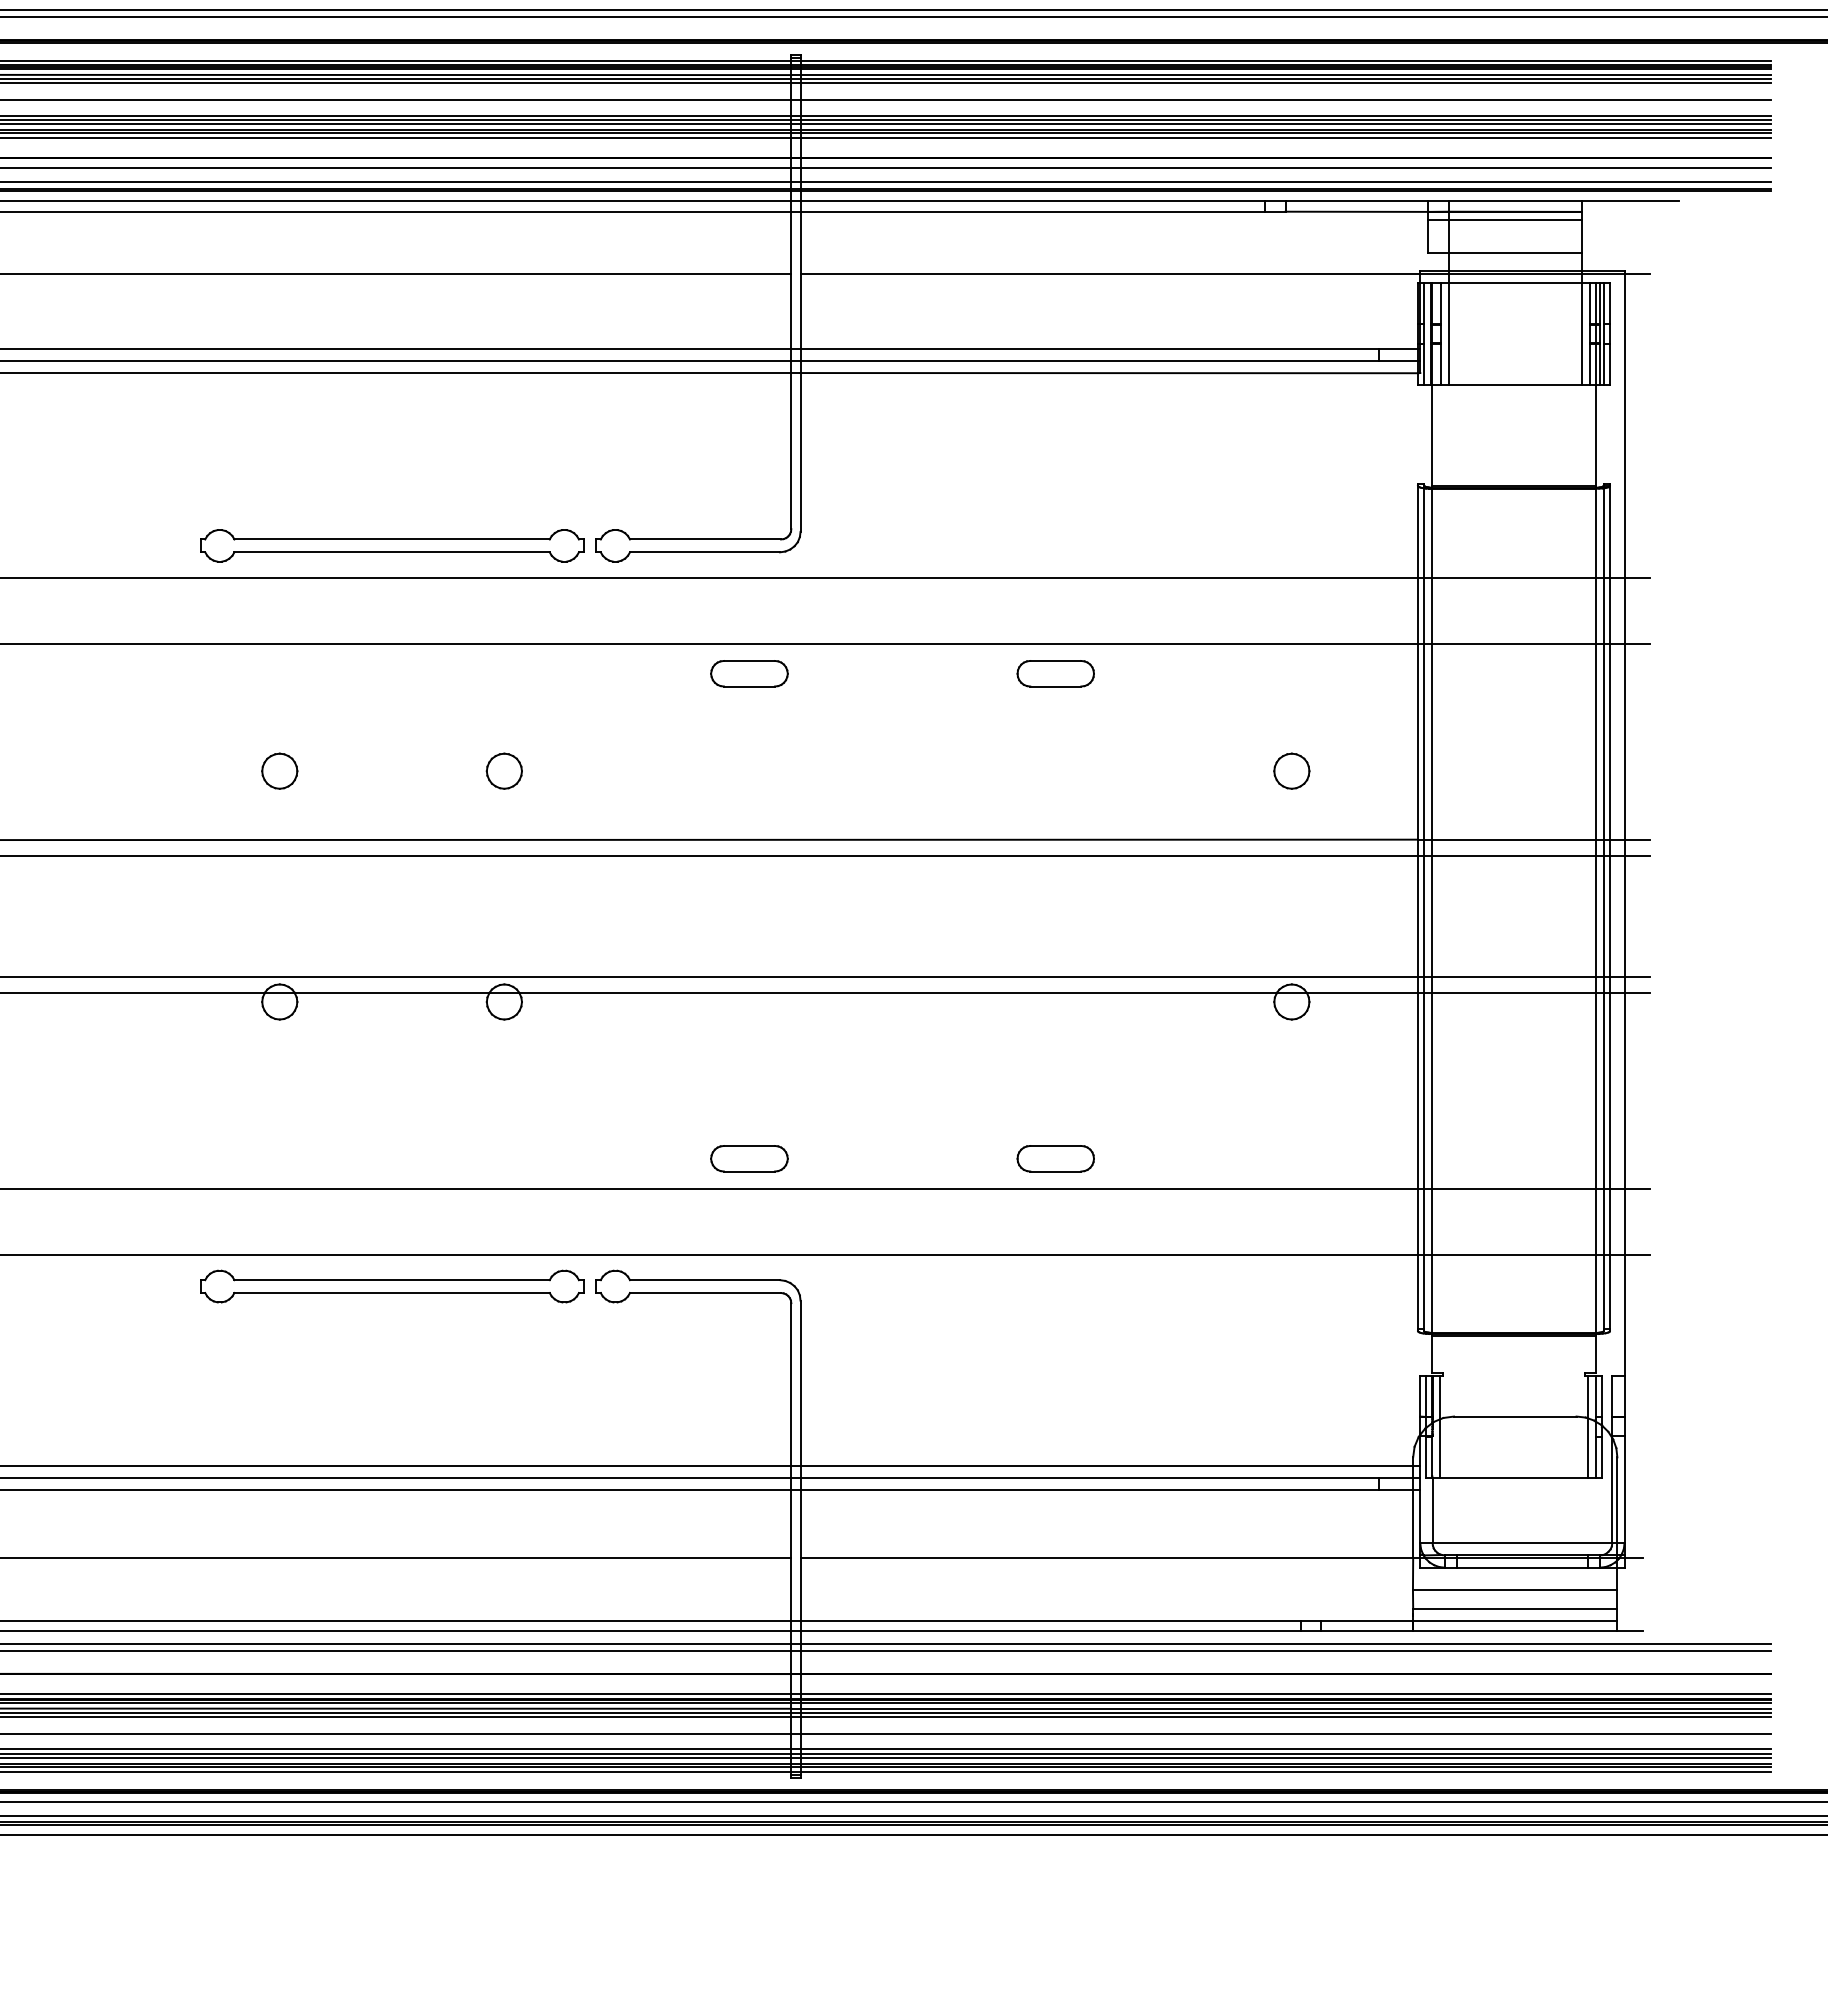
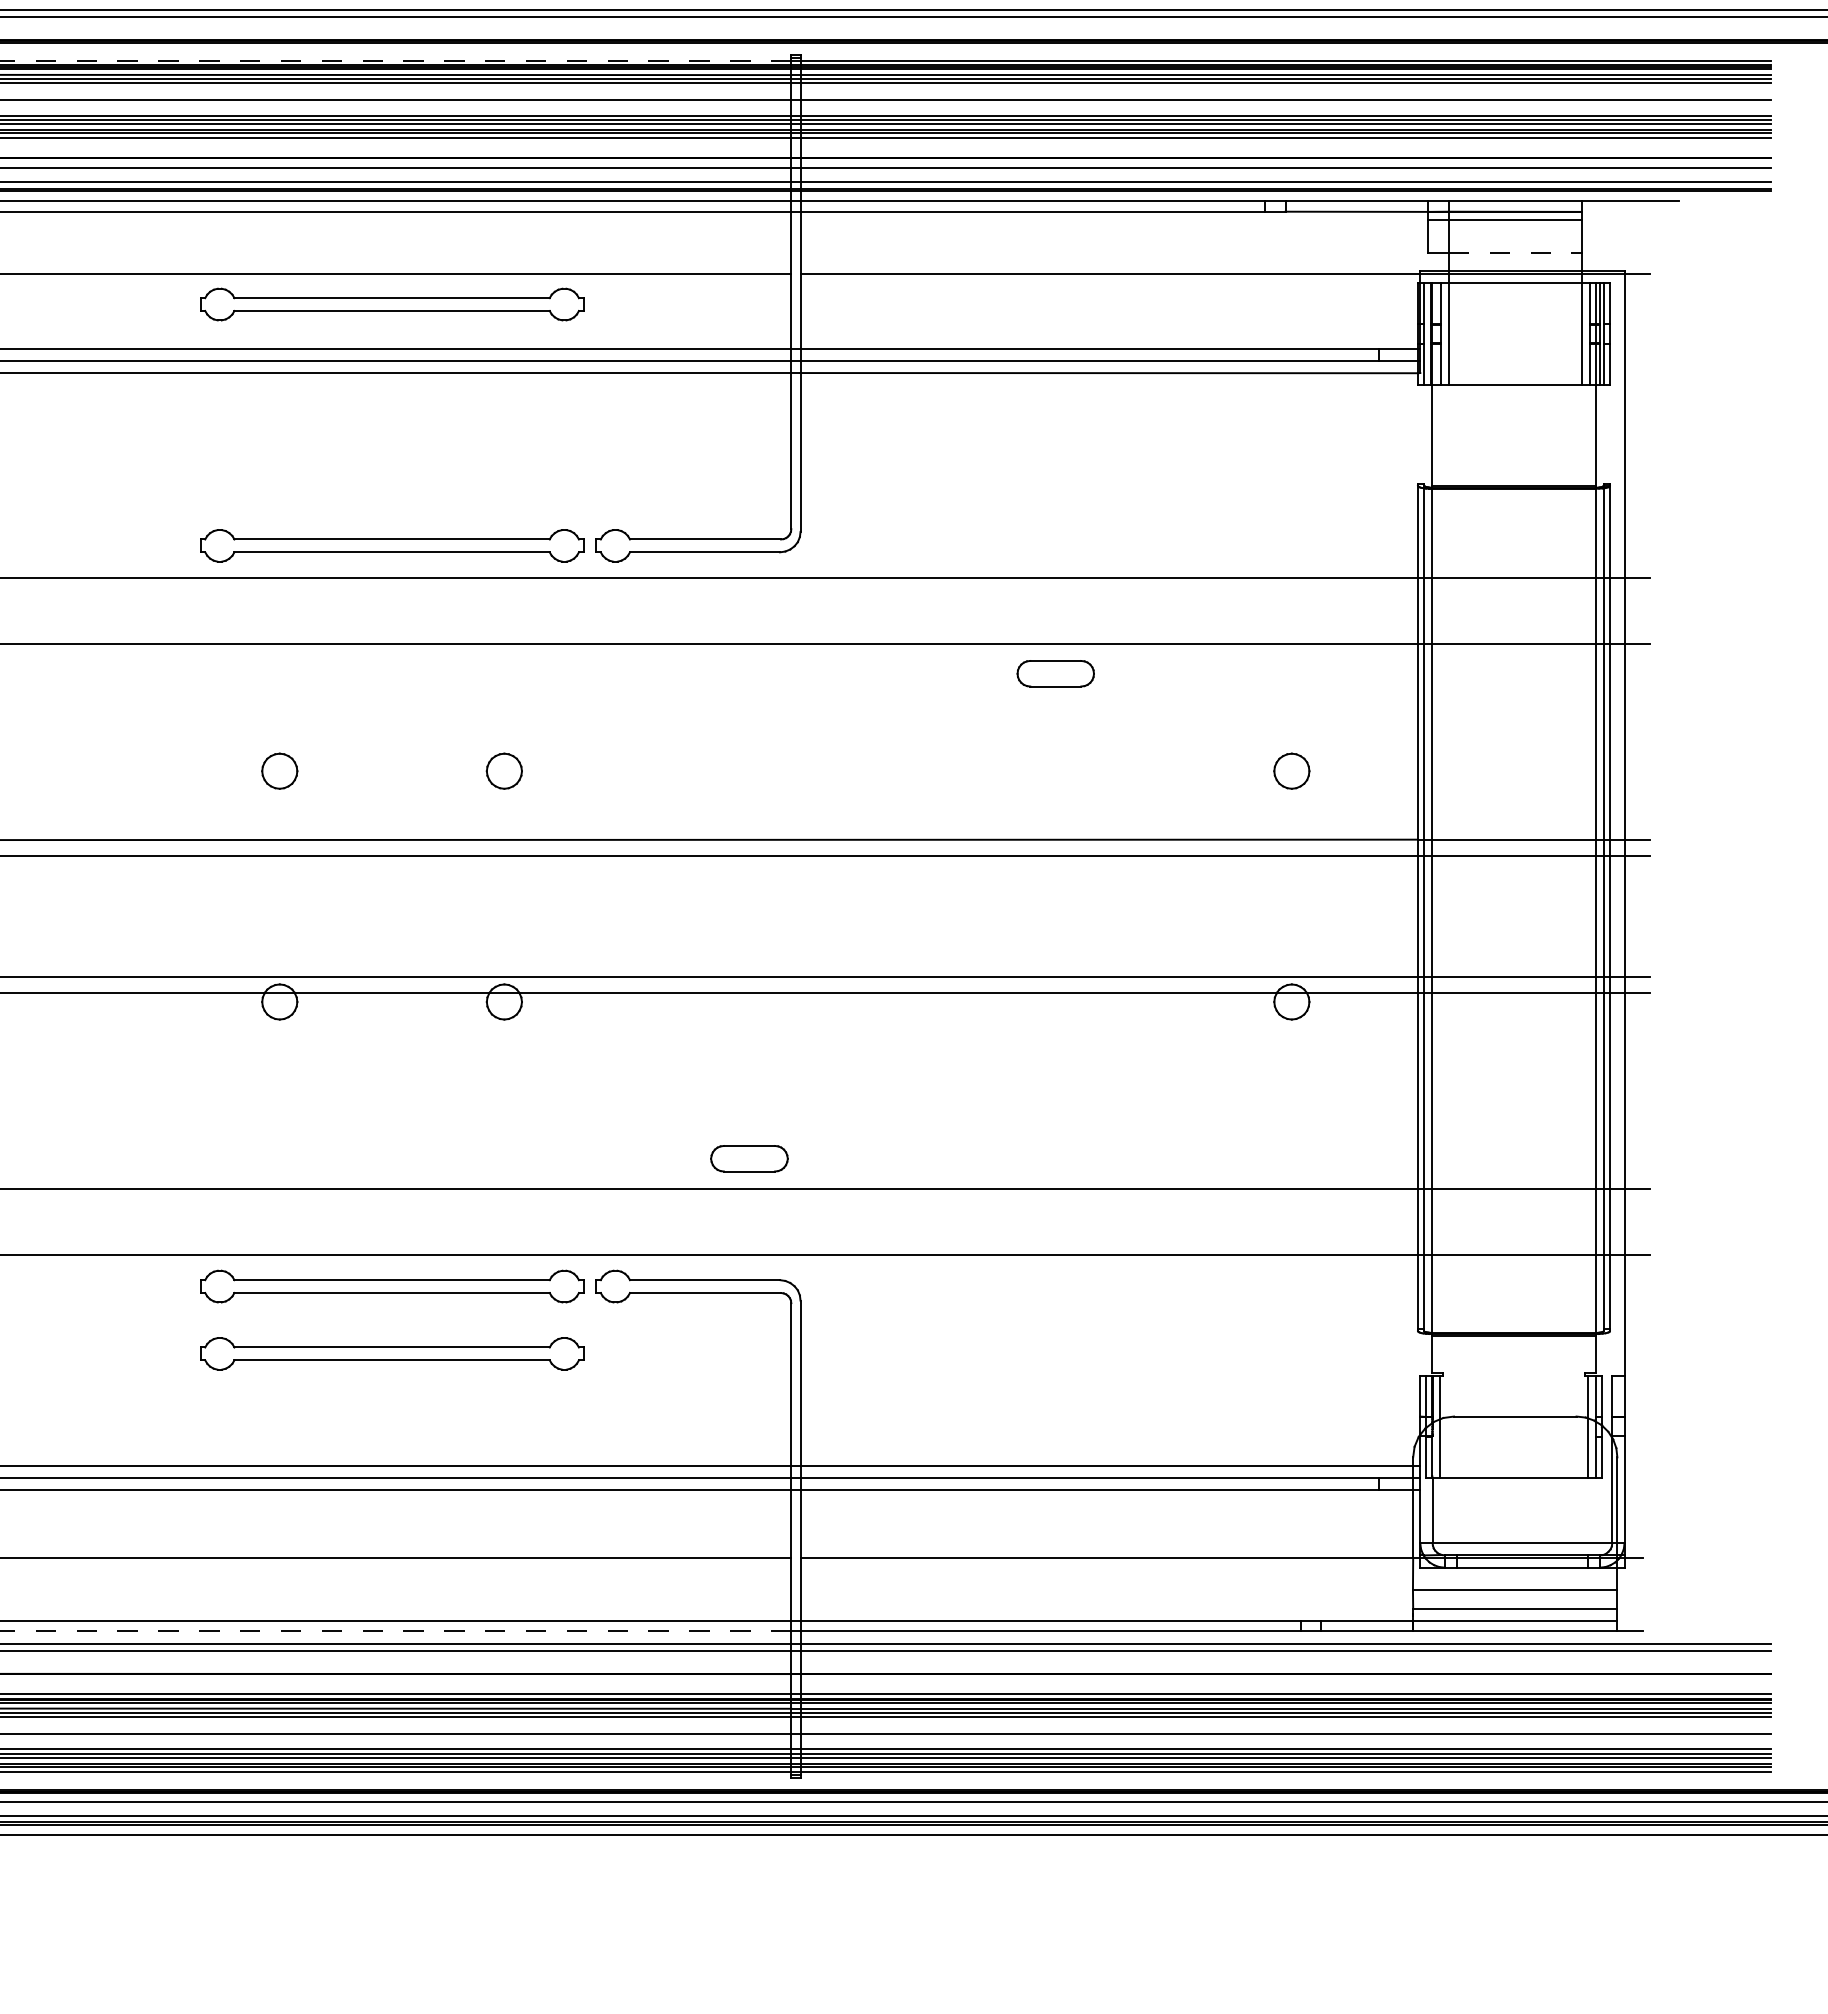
line at (395, 60): solid -> dashed
line at (1515, 252): solid -> dashed
part at (392, 304): none -> present
part at (749, 673): present -> none
part at (1055, 1158): present -> none
part at (392, 1353): none -> present
line at (395, 1630): solid -> dashed
